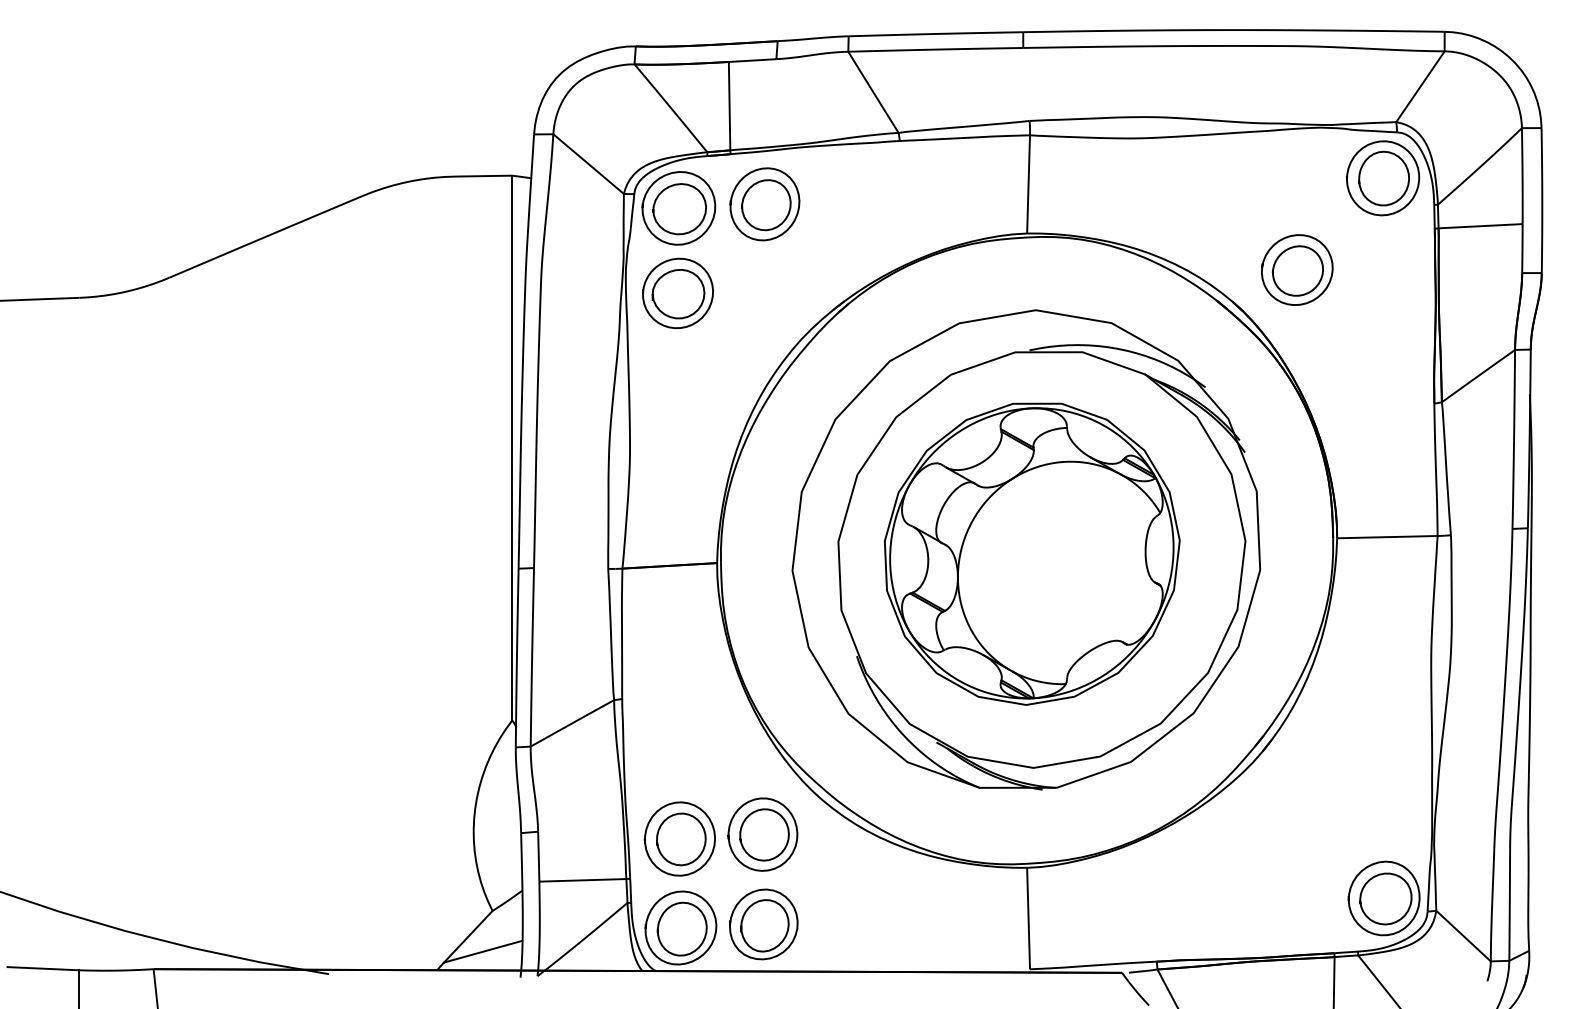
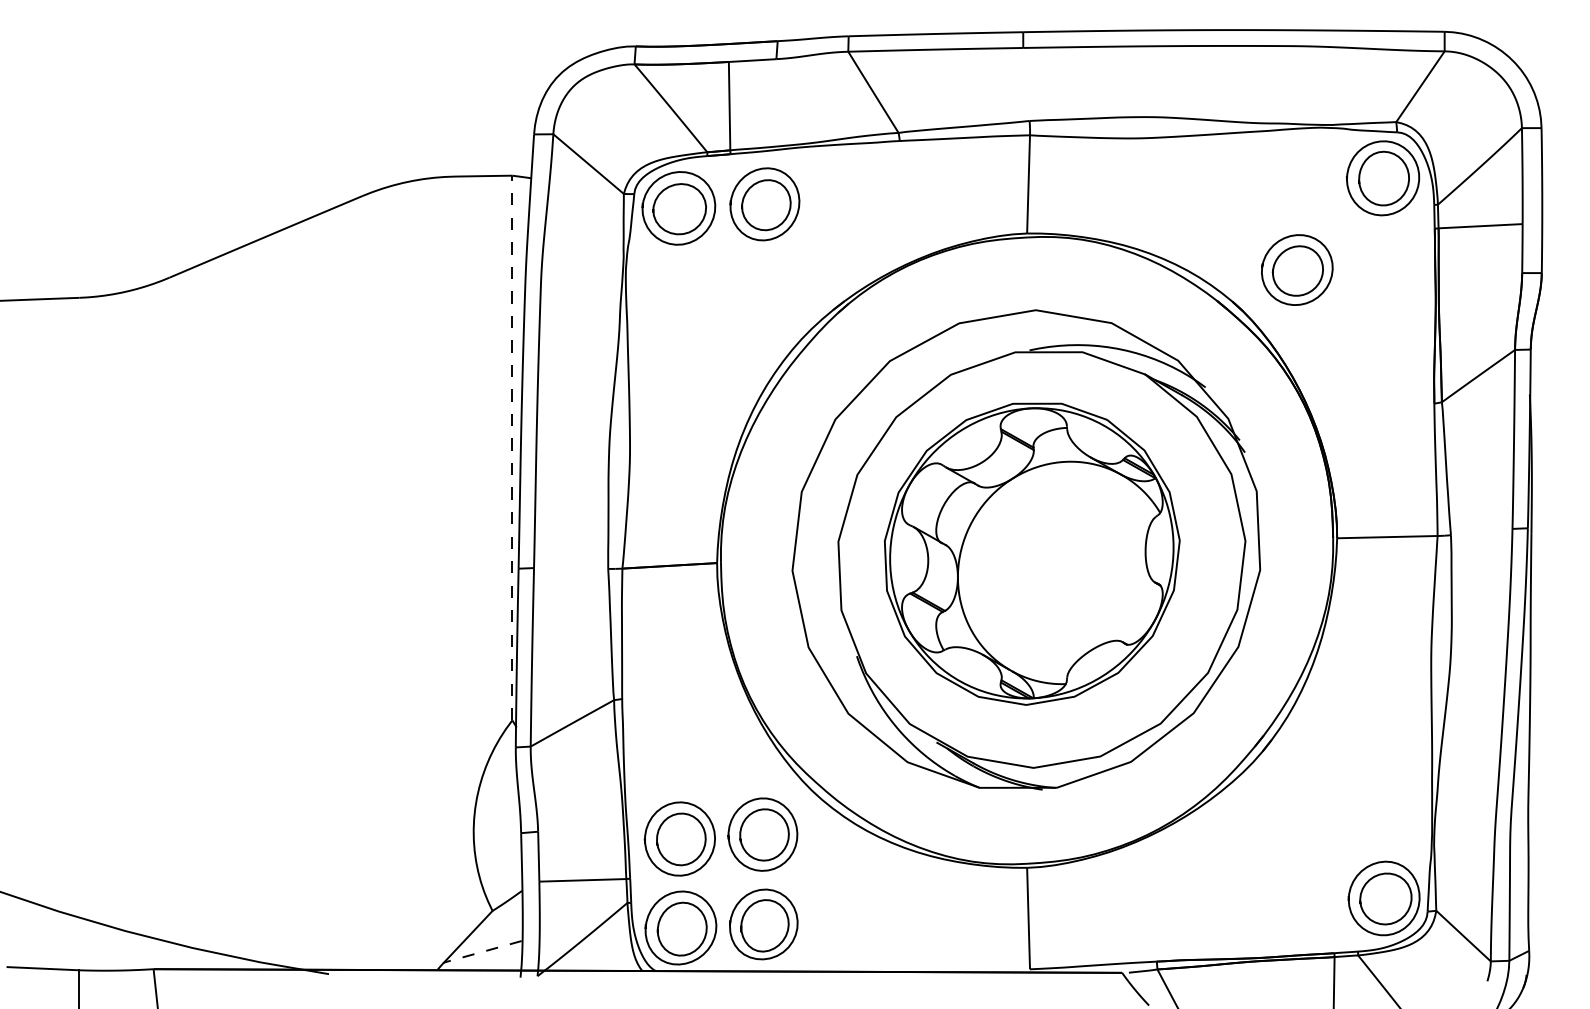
part at (677, 293): present -> none
line at (512, 447): solid -> dashed
line at (482, 951): solid -> dashed
